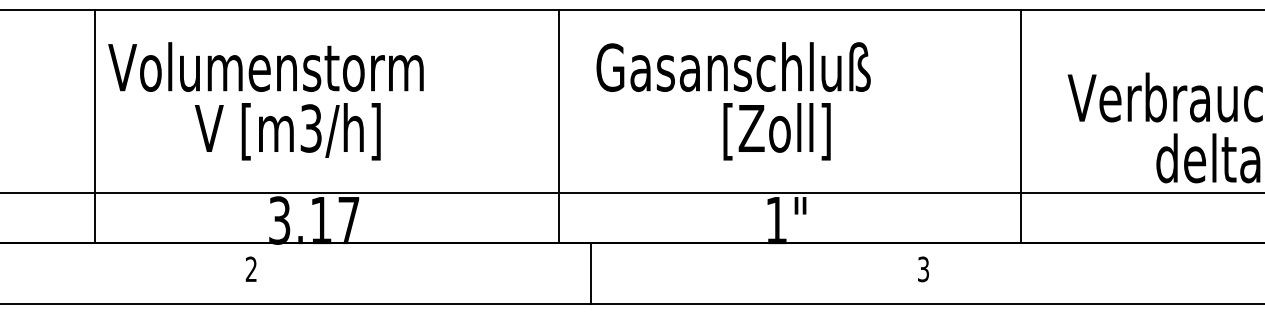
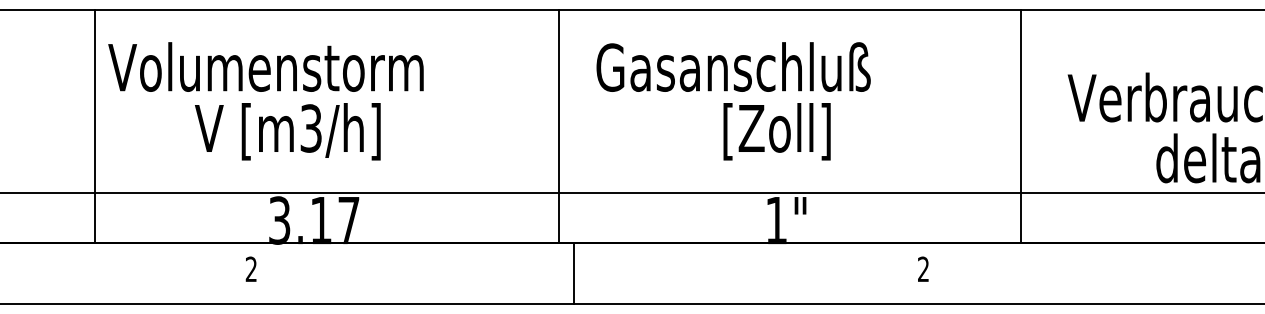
text at (923, 269): 3 -> 2
line at (591, 273) position: (591, 273) -> (574, 273)
